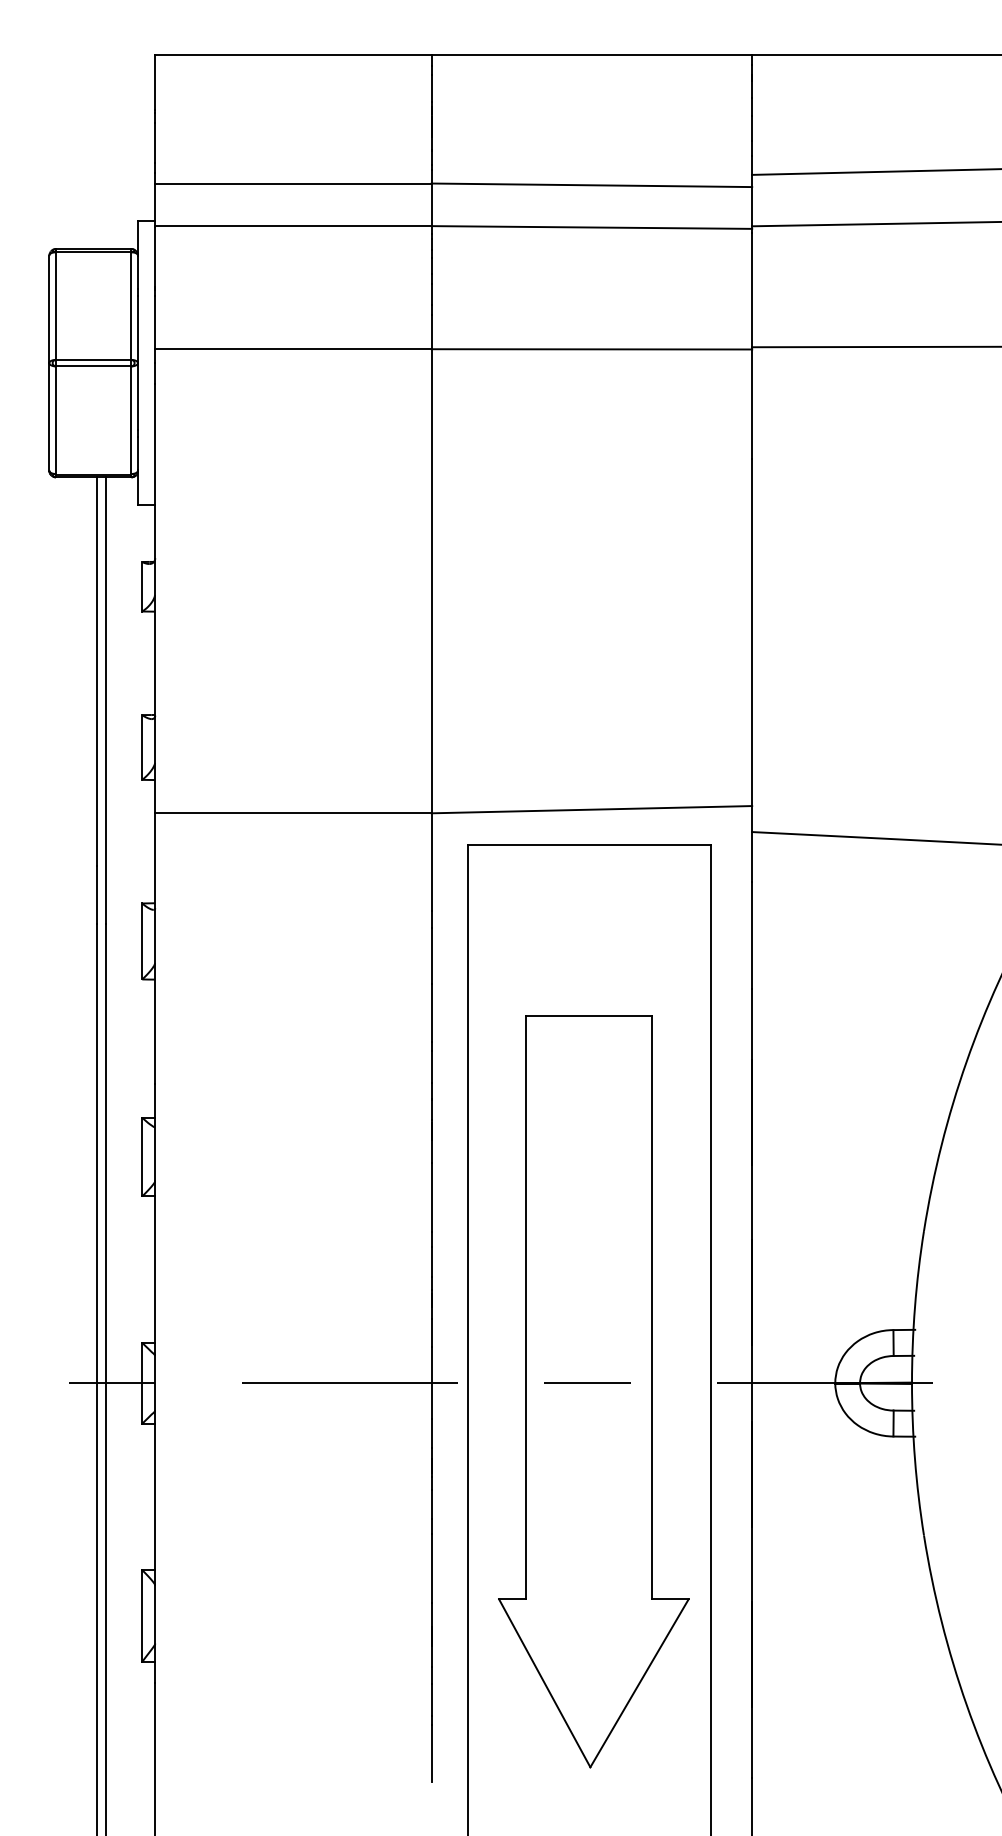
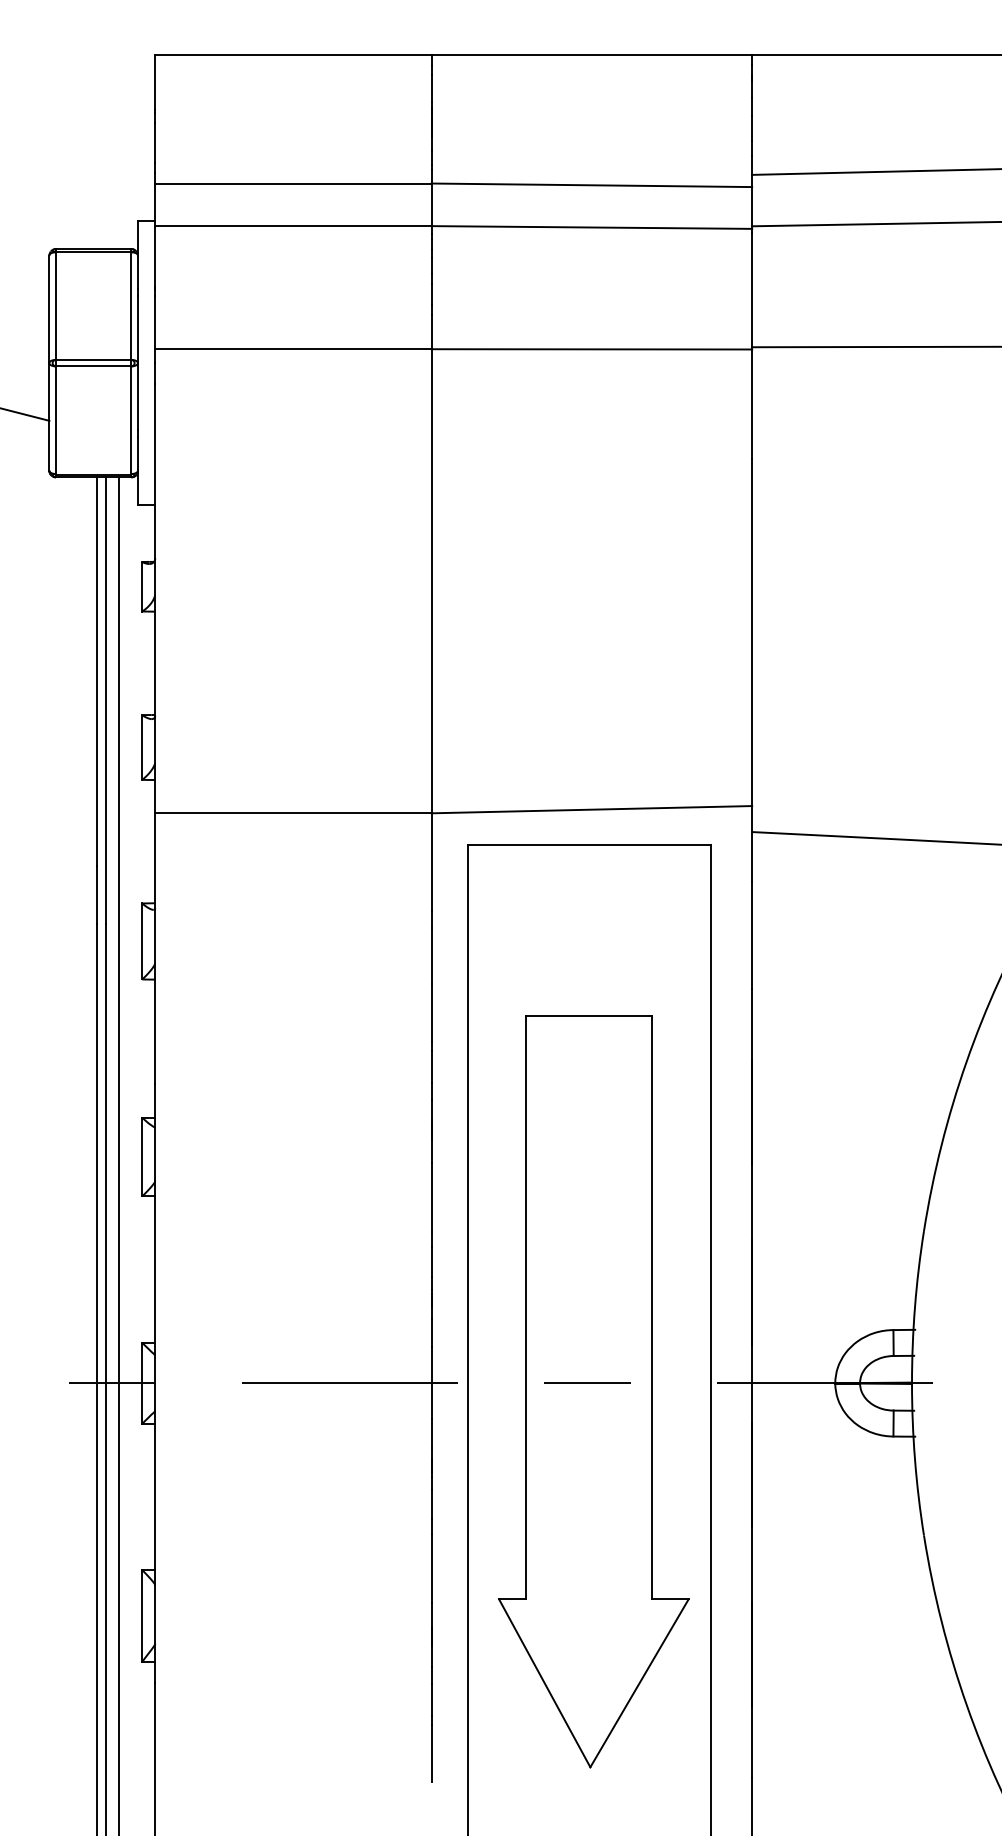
line at (25, 414): none -> present
line at (119, 1154): none -> present
